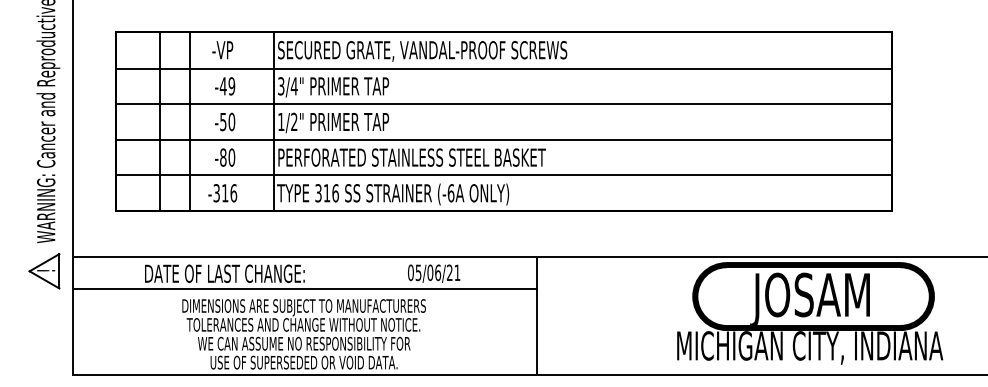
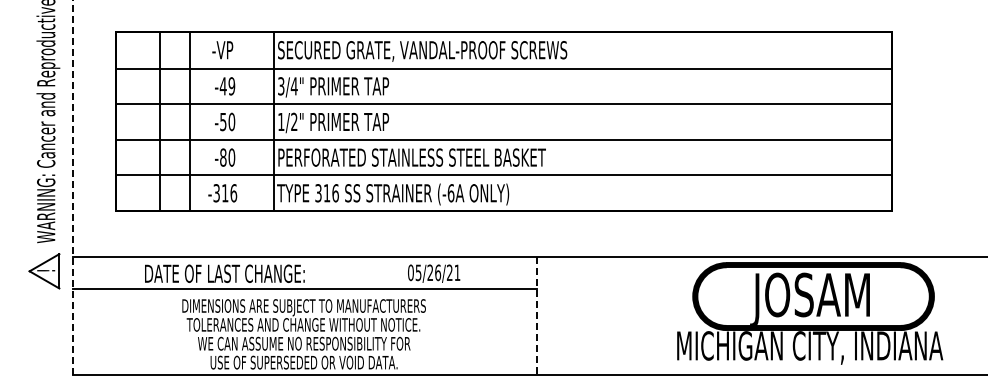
line at (72, 187): solid -> dashed
text at (430, 272): 05/06/21 -> 05/26/21
line at (536, 316): solid -> dashed
